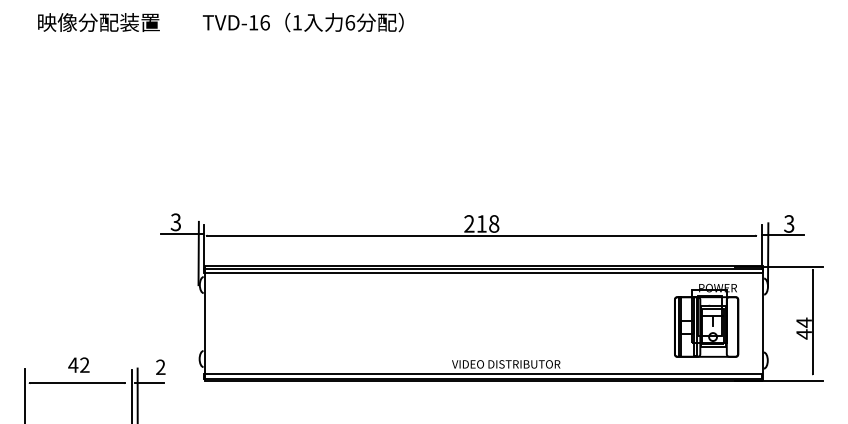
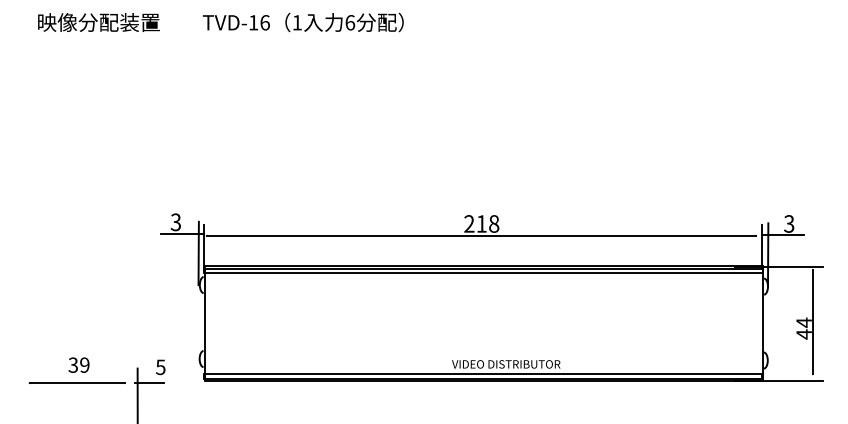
part at (706, 320): present -> none
text at (78, 364): 42 -> 39
text at (160, 367): 2 -> 5
line at (25, 394): present -> none
line at (131, 394): present -> none
